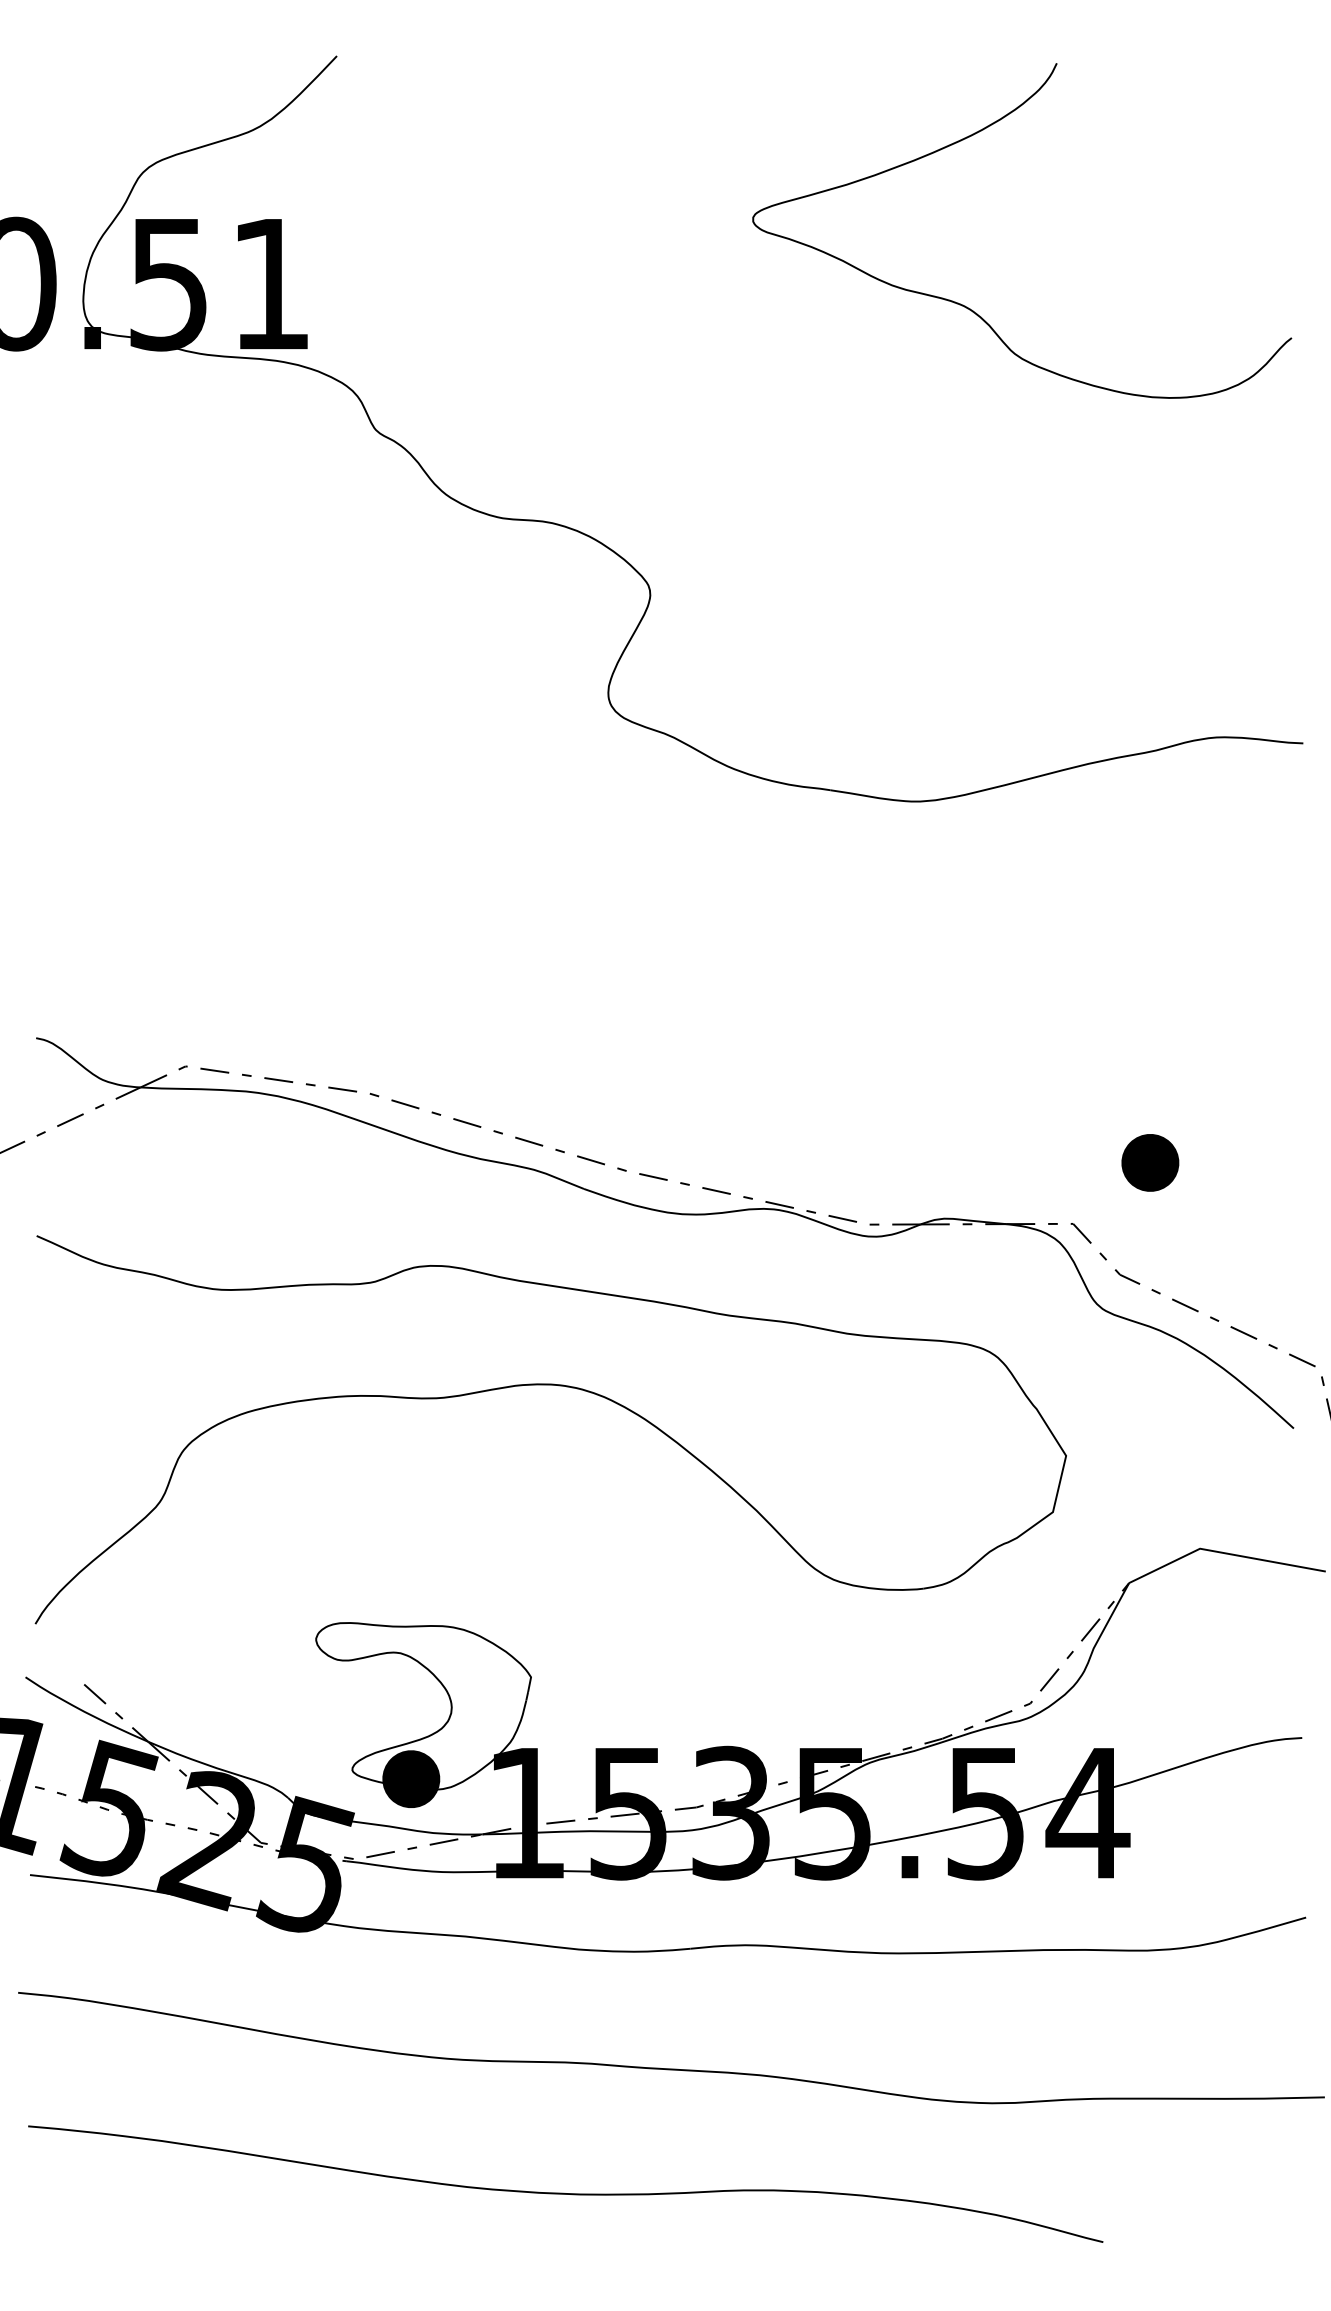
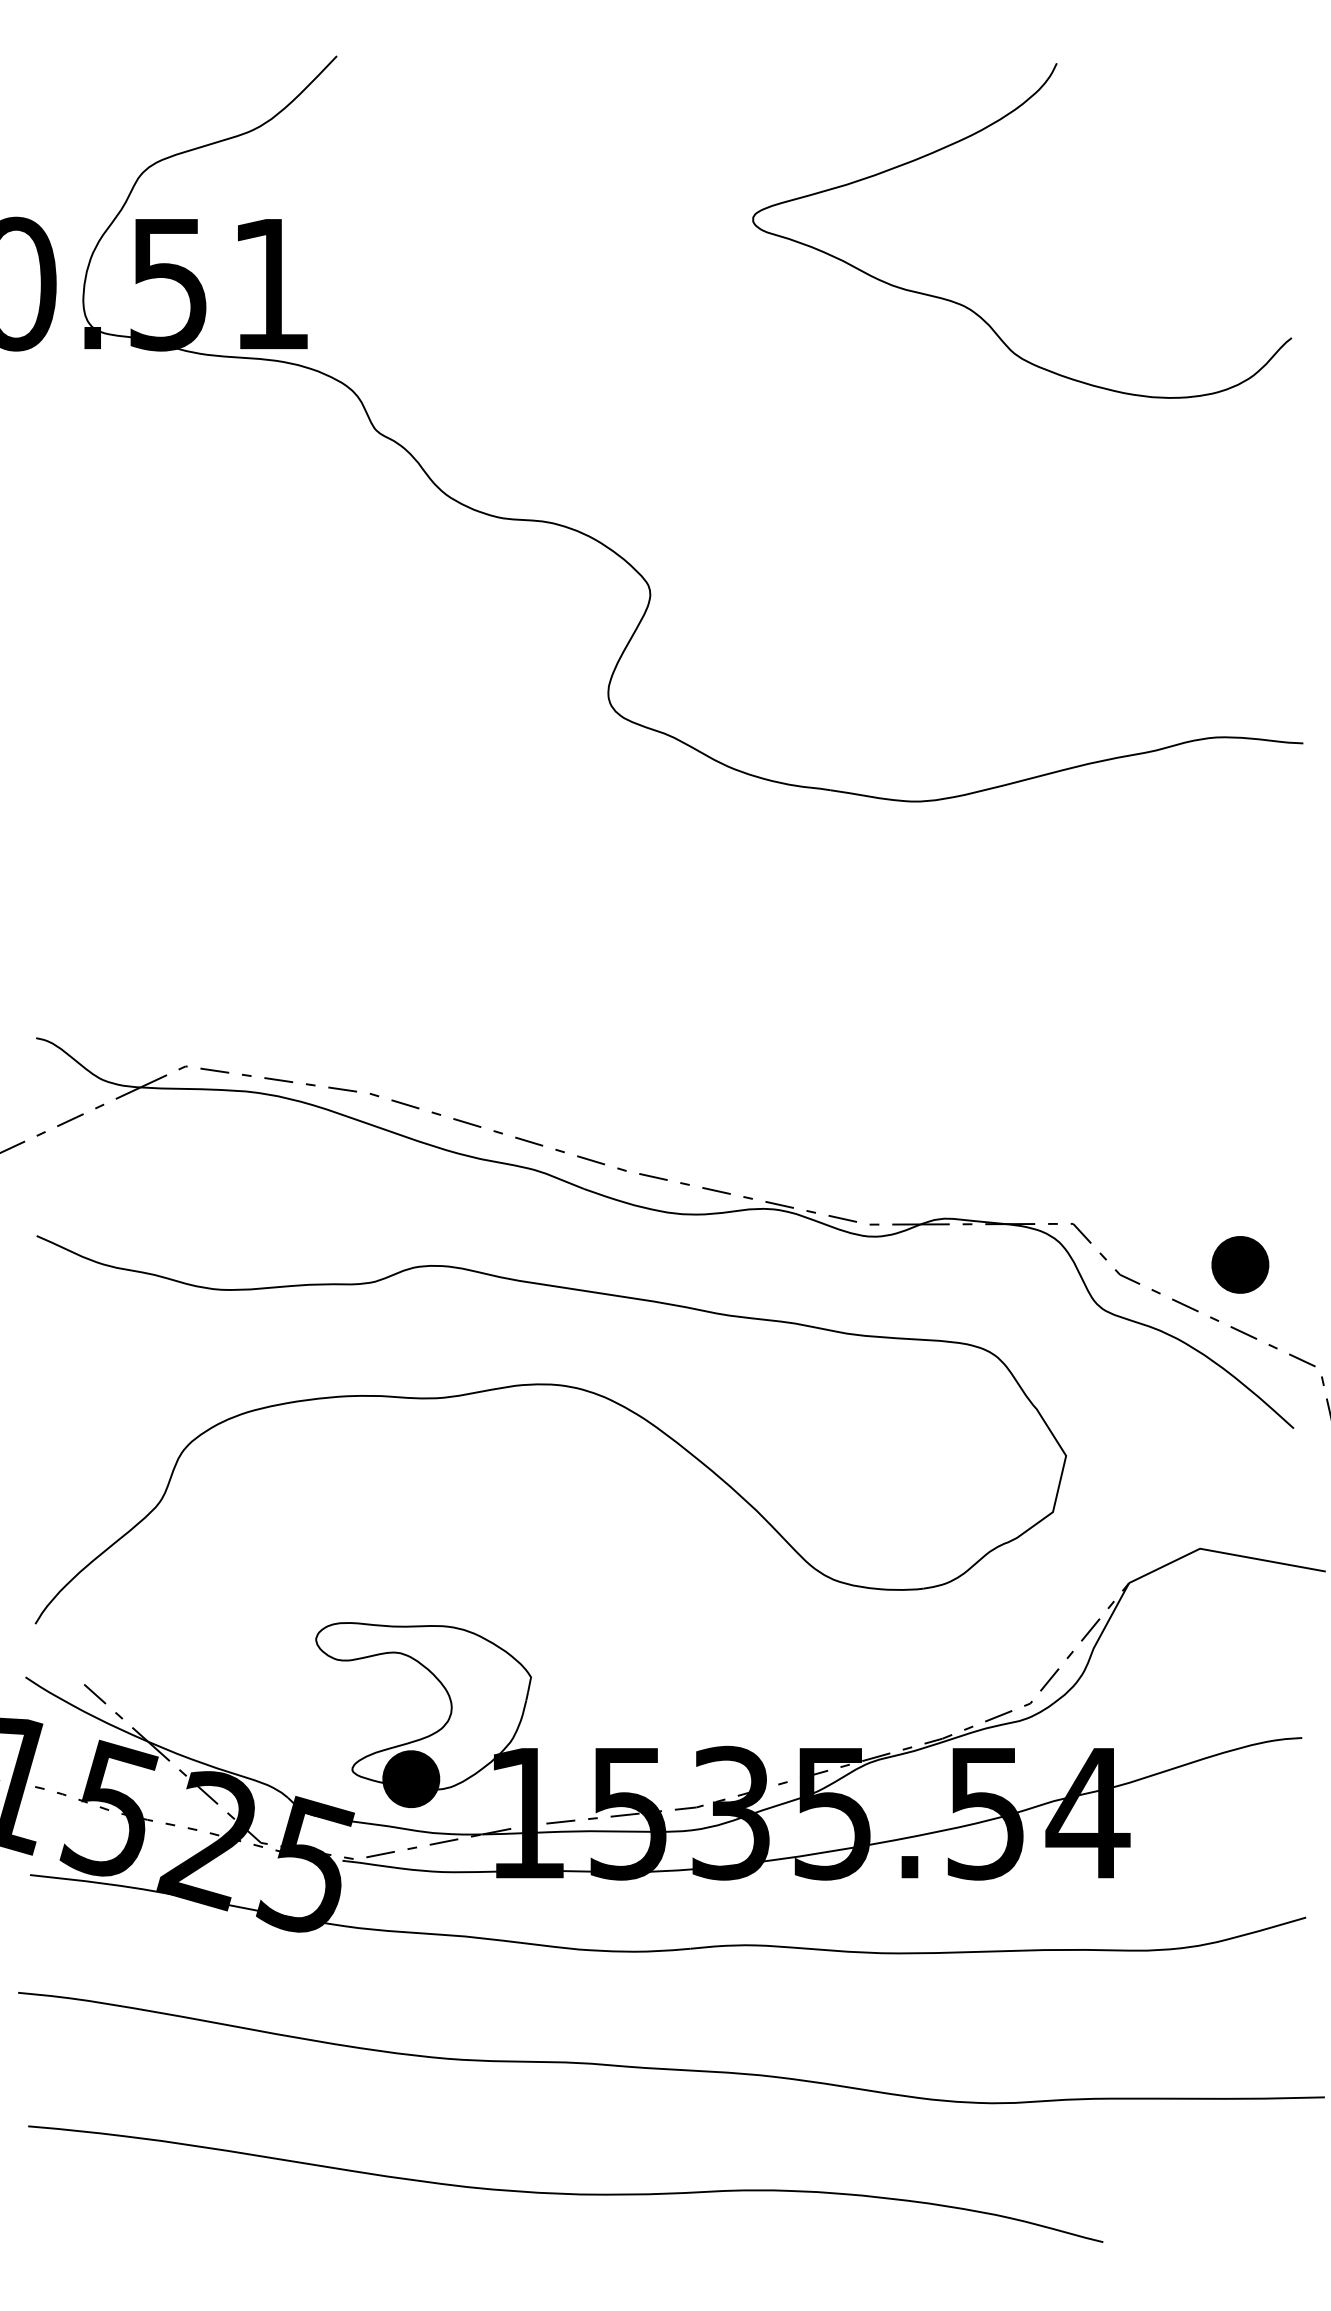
part at (1150, 1162) position: (1150, 1162) -> (1240, 1264)
